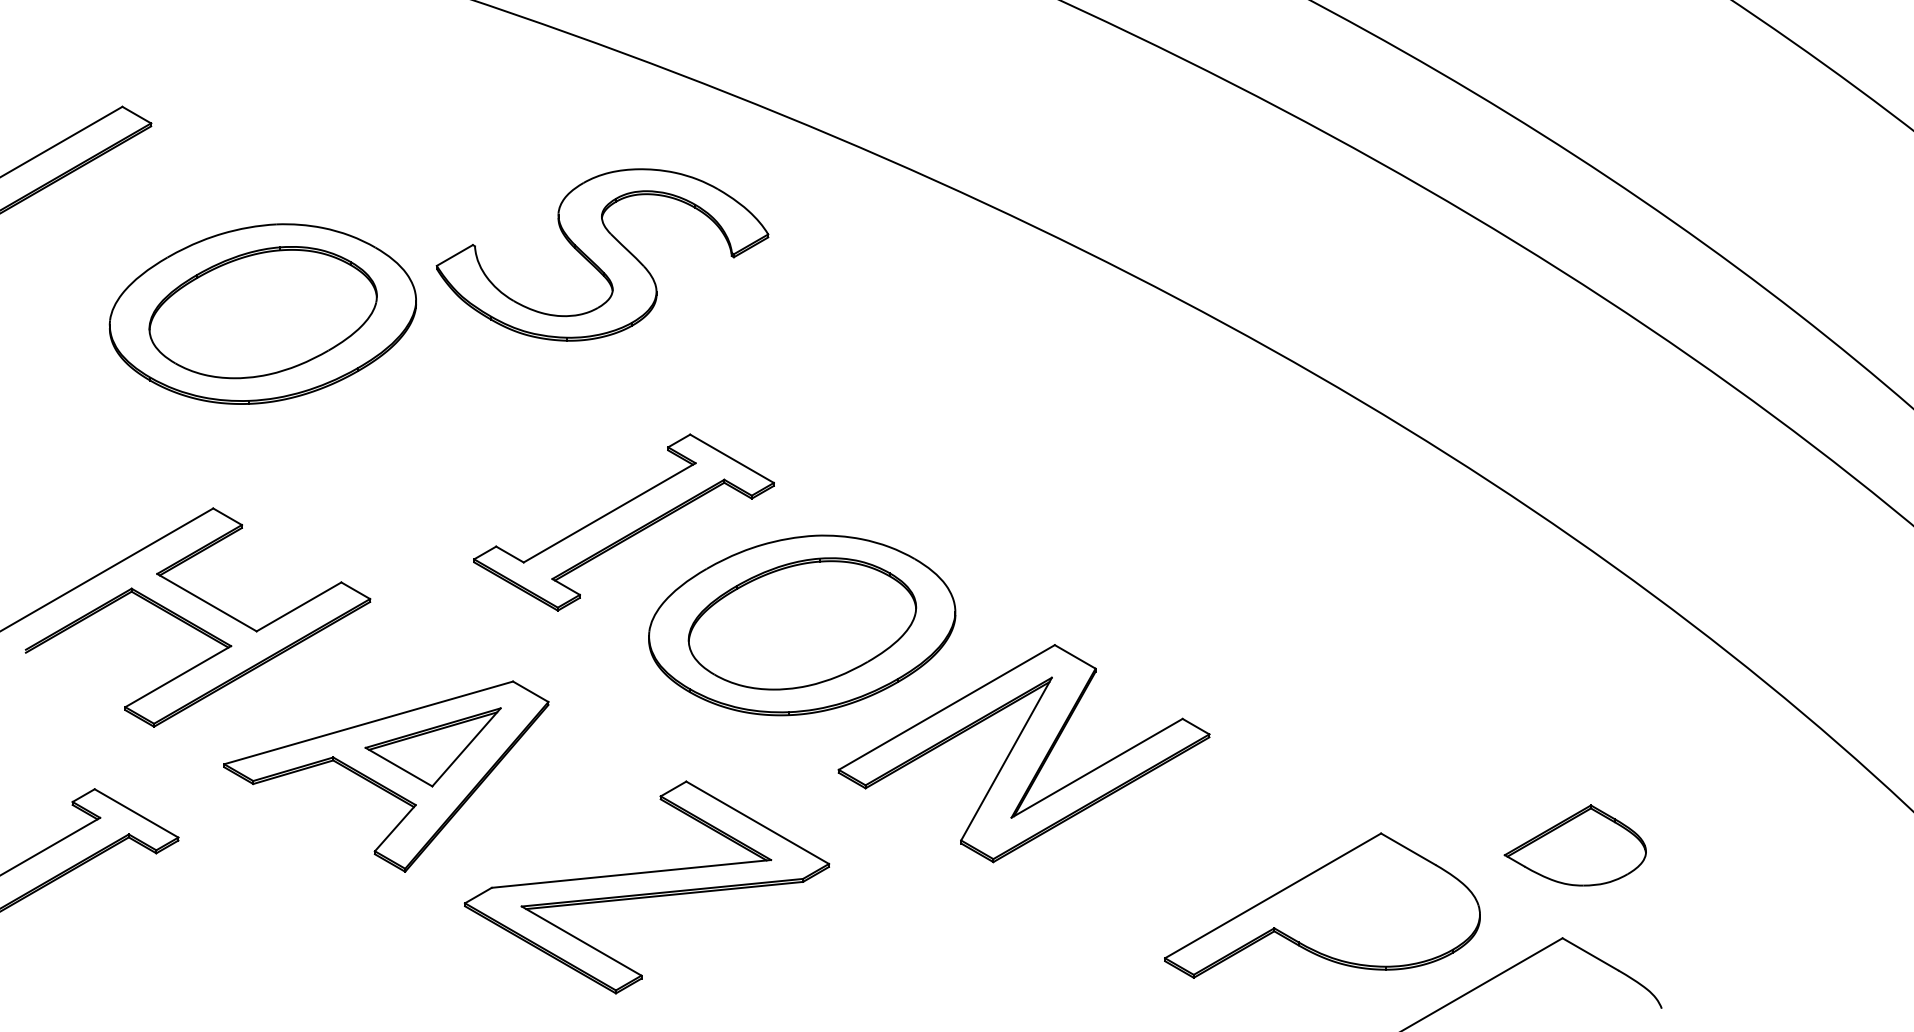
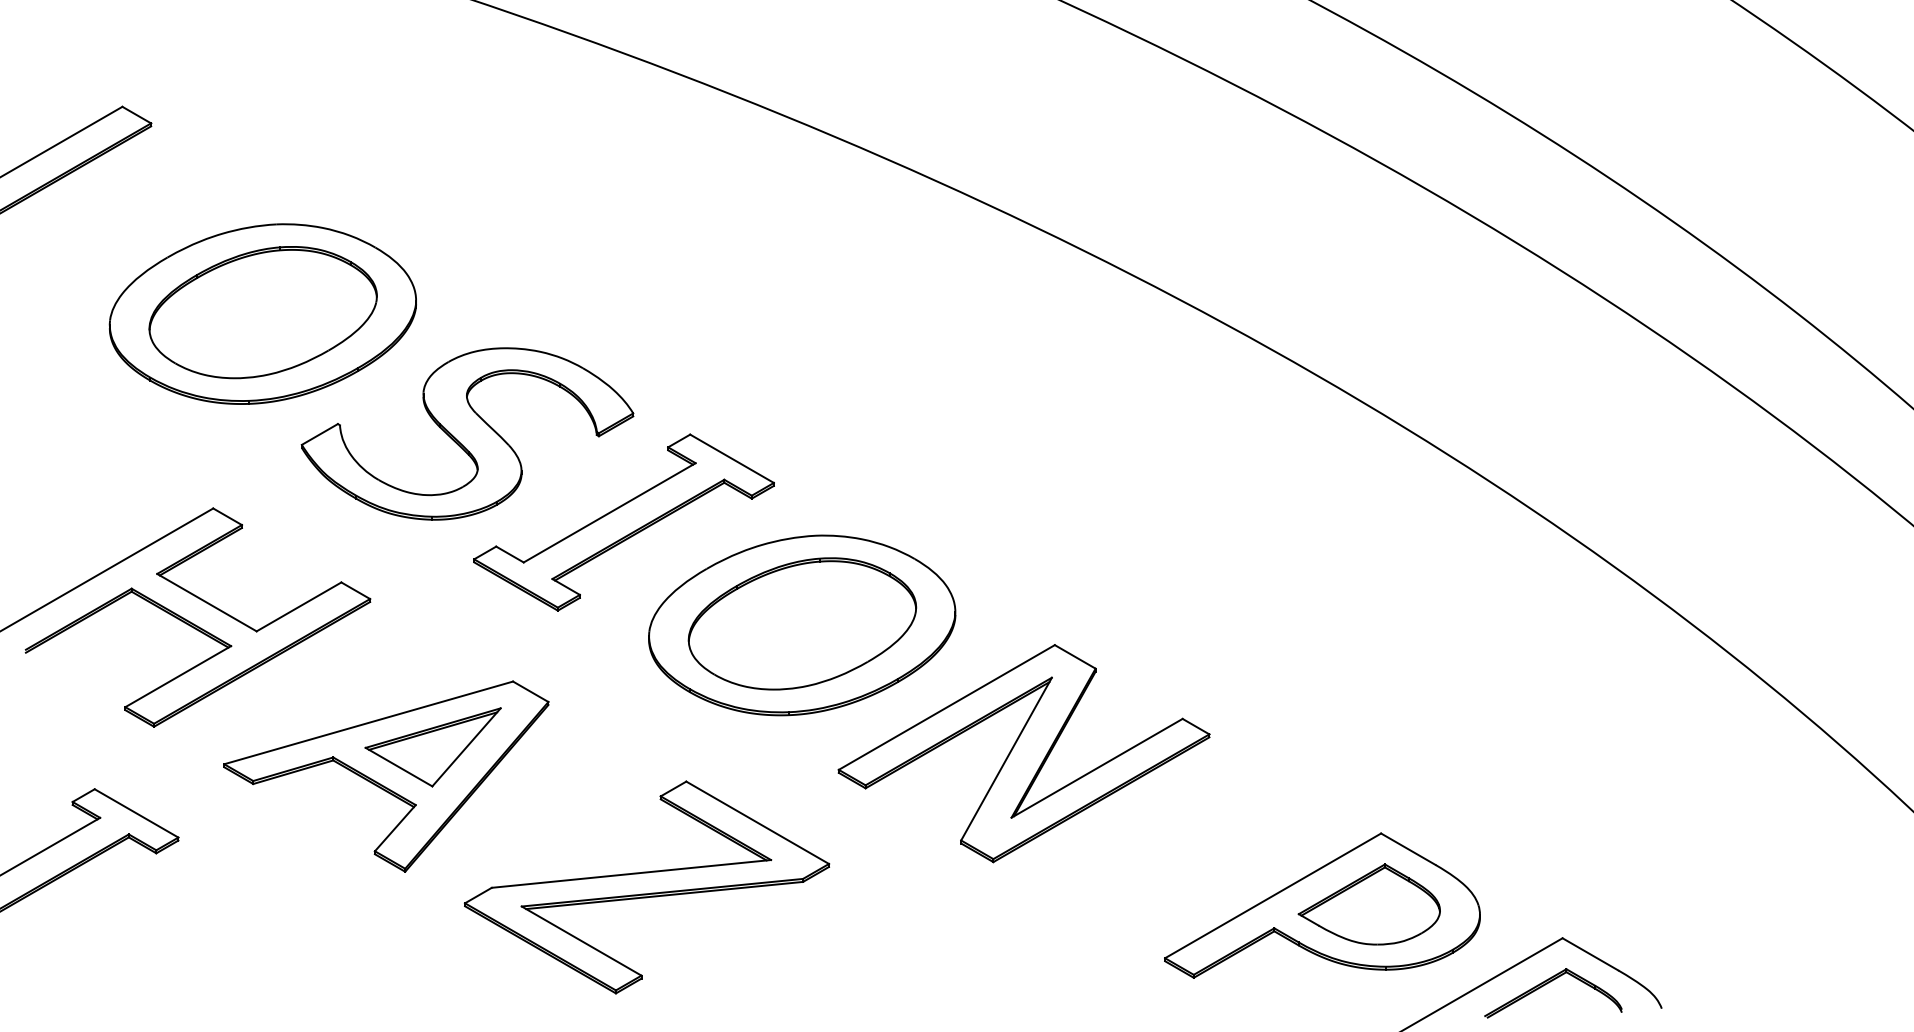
part at (602, 254) position: (602, 254) -> (467, 433)
part at (1574, 845) position: (1574, 845) -> (1368, 904)
part at (1547, 984): none -> present
